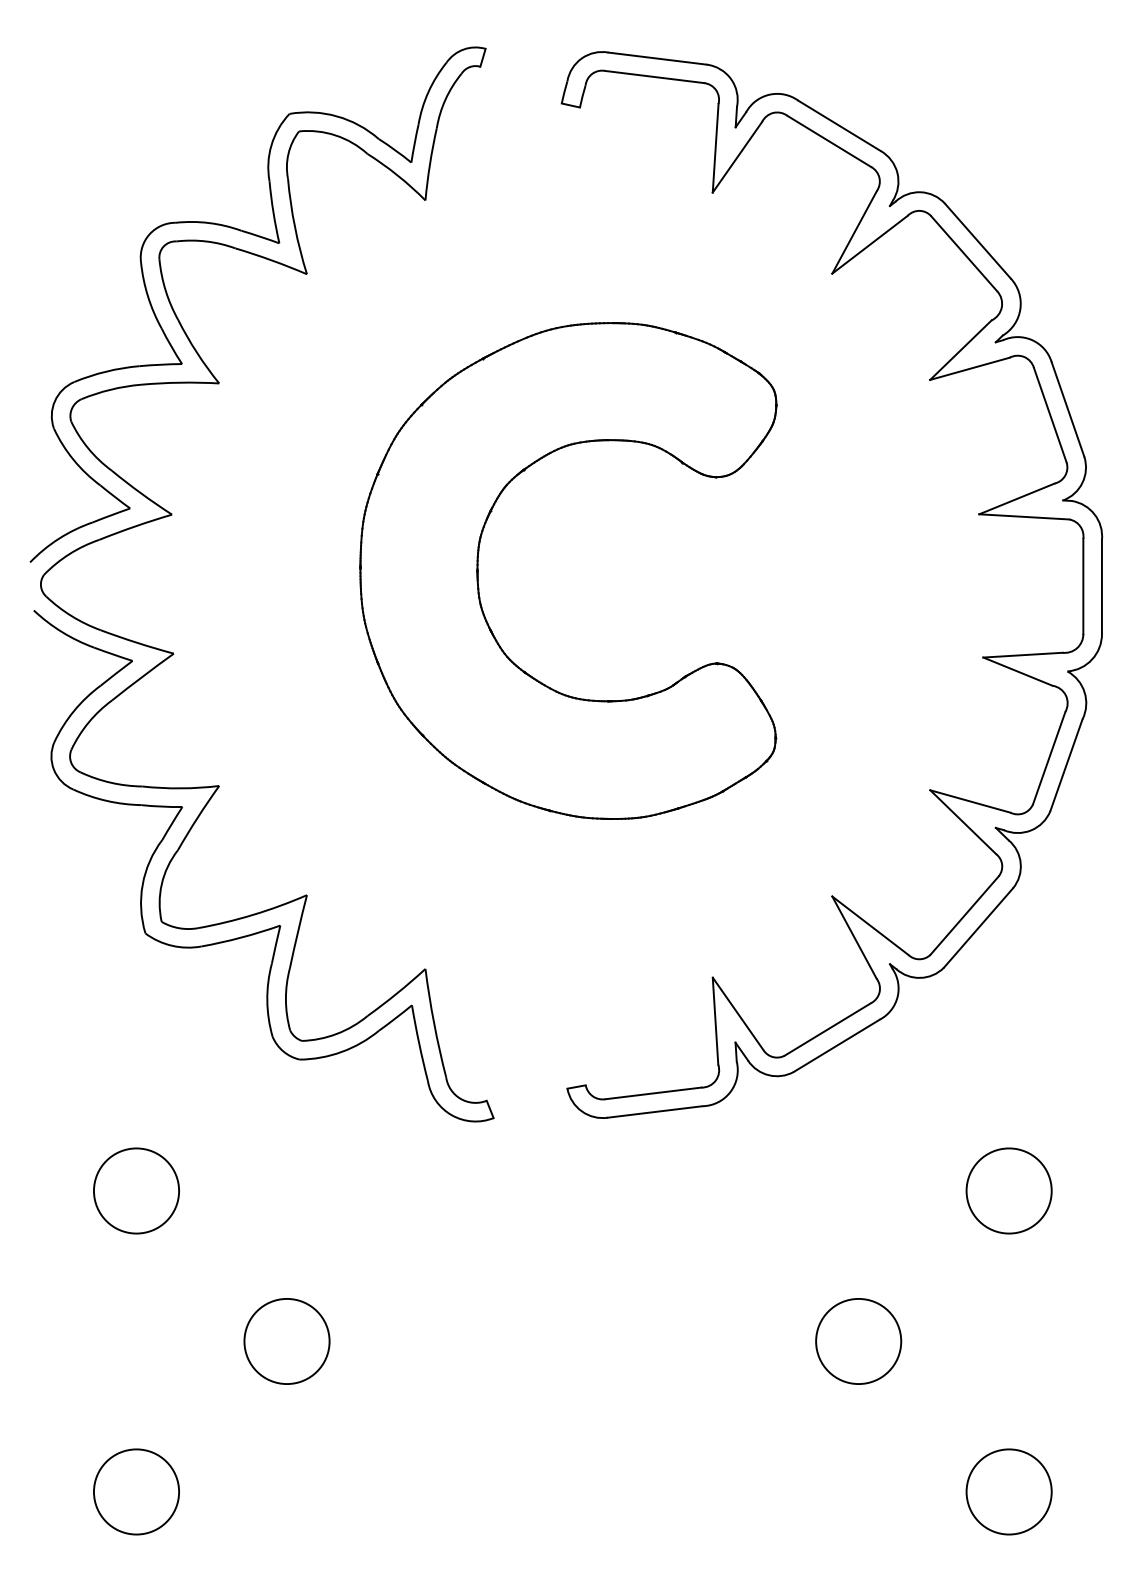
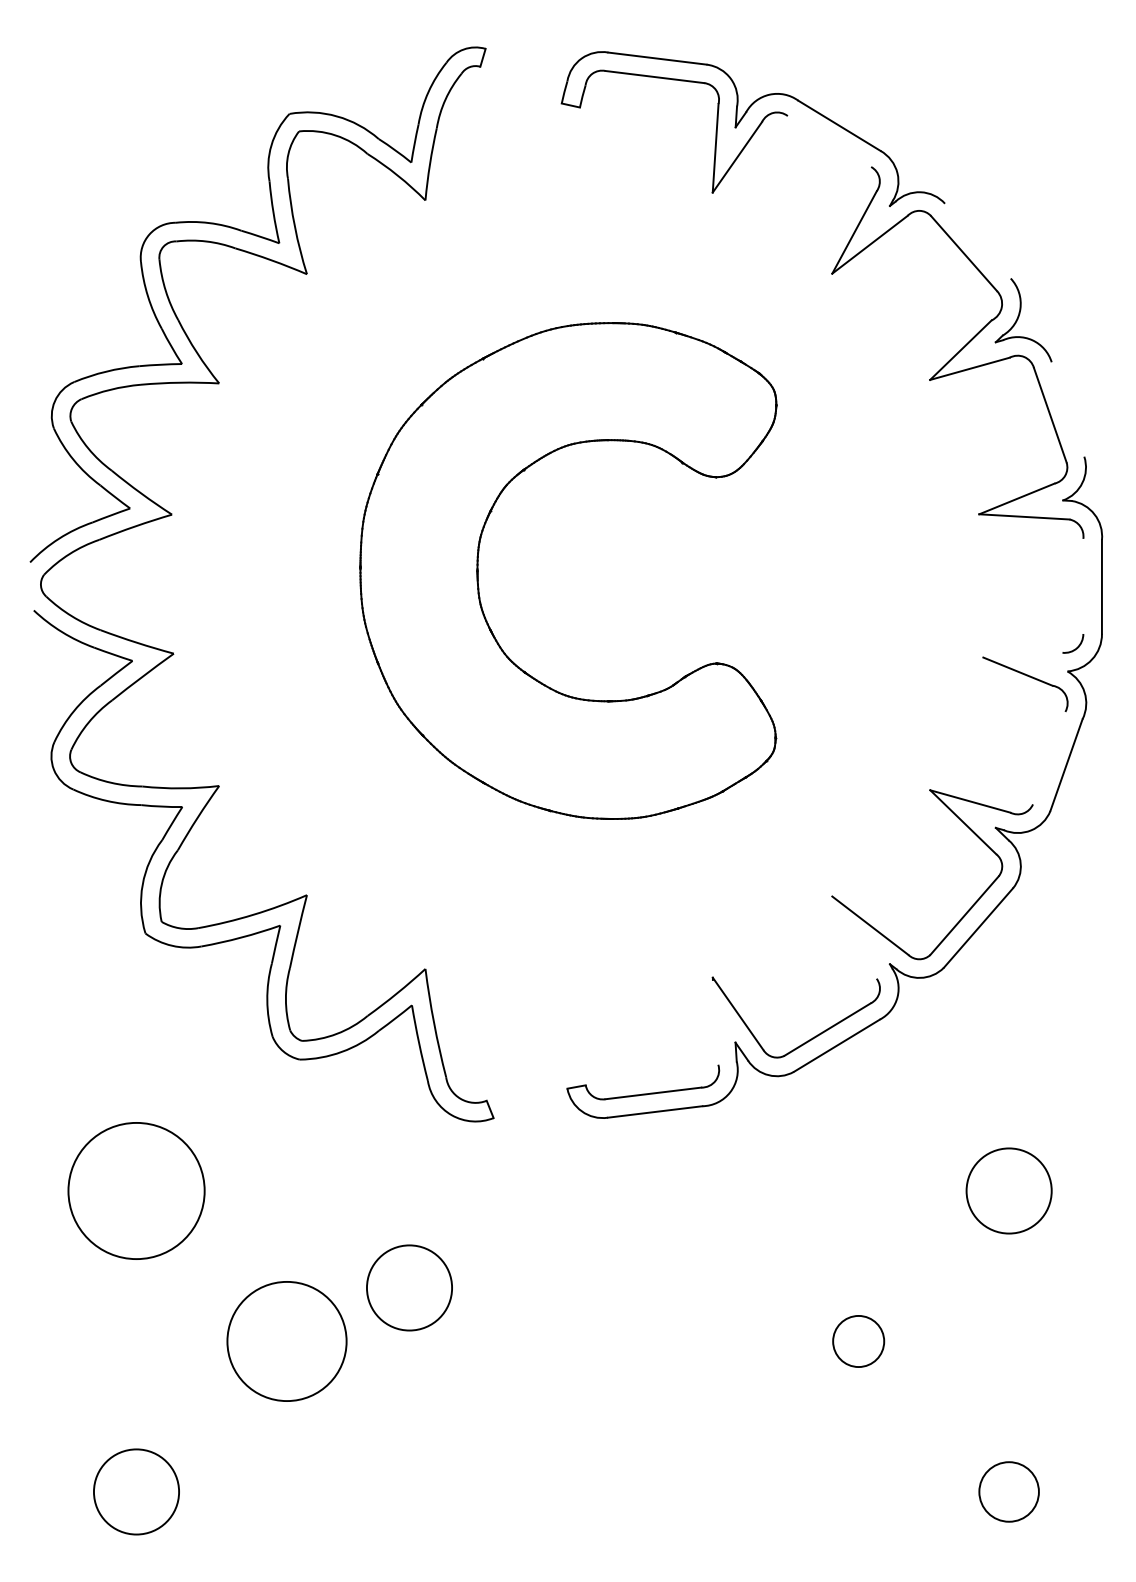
line at (829, 141): present -> none
line at (977, 240): present -> none
line at (1067, 409): present -> none
line at (1083, 585): present -> none
line at (1022, 654): present -> none
line at (1049, 757): present -> none
line at (854, 937): present -> none
line at (715, 1021): present -> none
circle at (136, 1190) size: 87x88 px -> 139x138 px
circle at (409, 1287): none -> present
circle at (286, 1341) diameter: 85 px -> 119 px
circle at (858, 1341) diameter: 85 px -> 51 px
circle at (1008, 1491) diameter: 85 px -> 60 px
